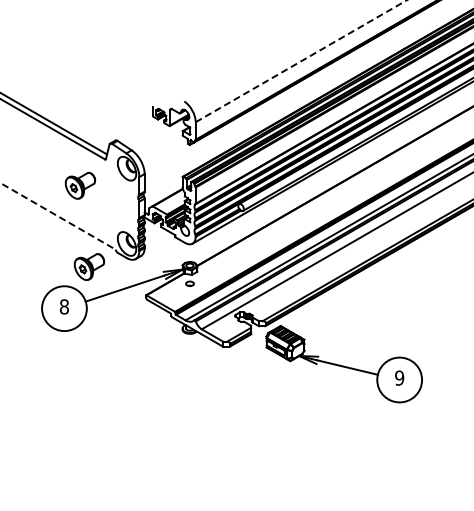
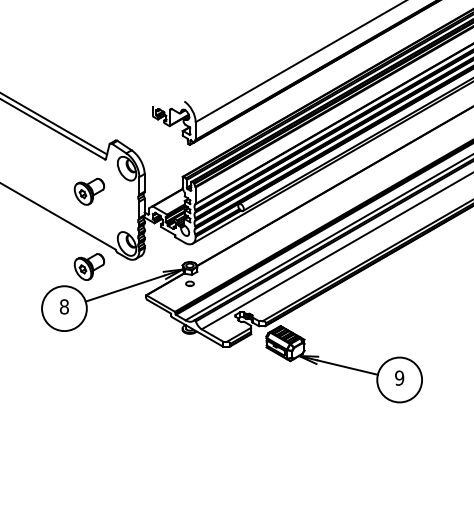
line at (301, 61): dashed -> solid
part at (79, 185) position: (79, 185) -> (88, 191)
line at (58, 216): dashed -> solid
